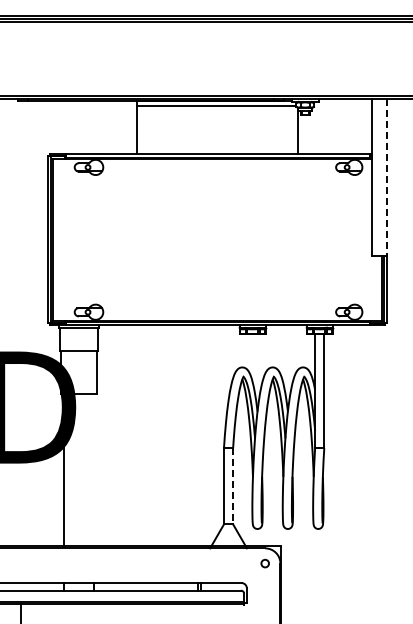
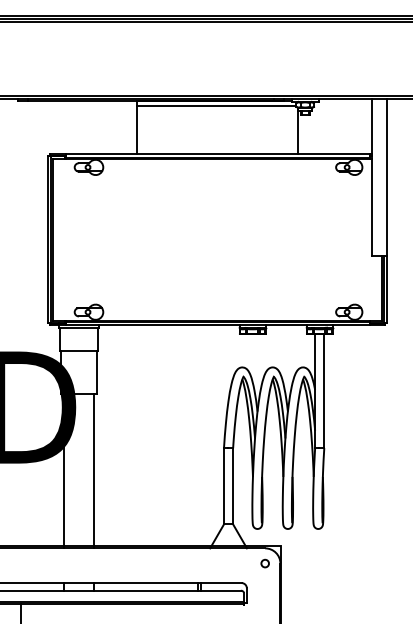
line at (387, 178): dashed -> solid
line at (94, 470): none -> present
line at (233, 486): dashed -> solid
